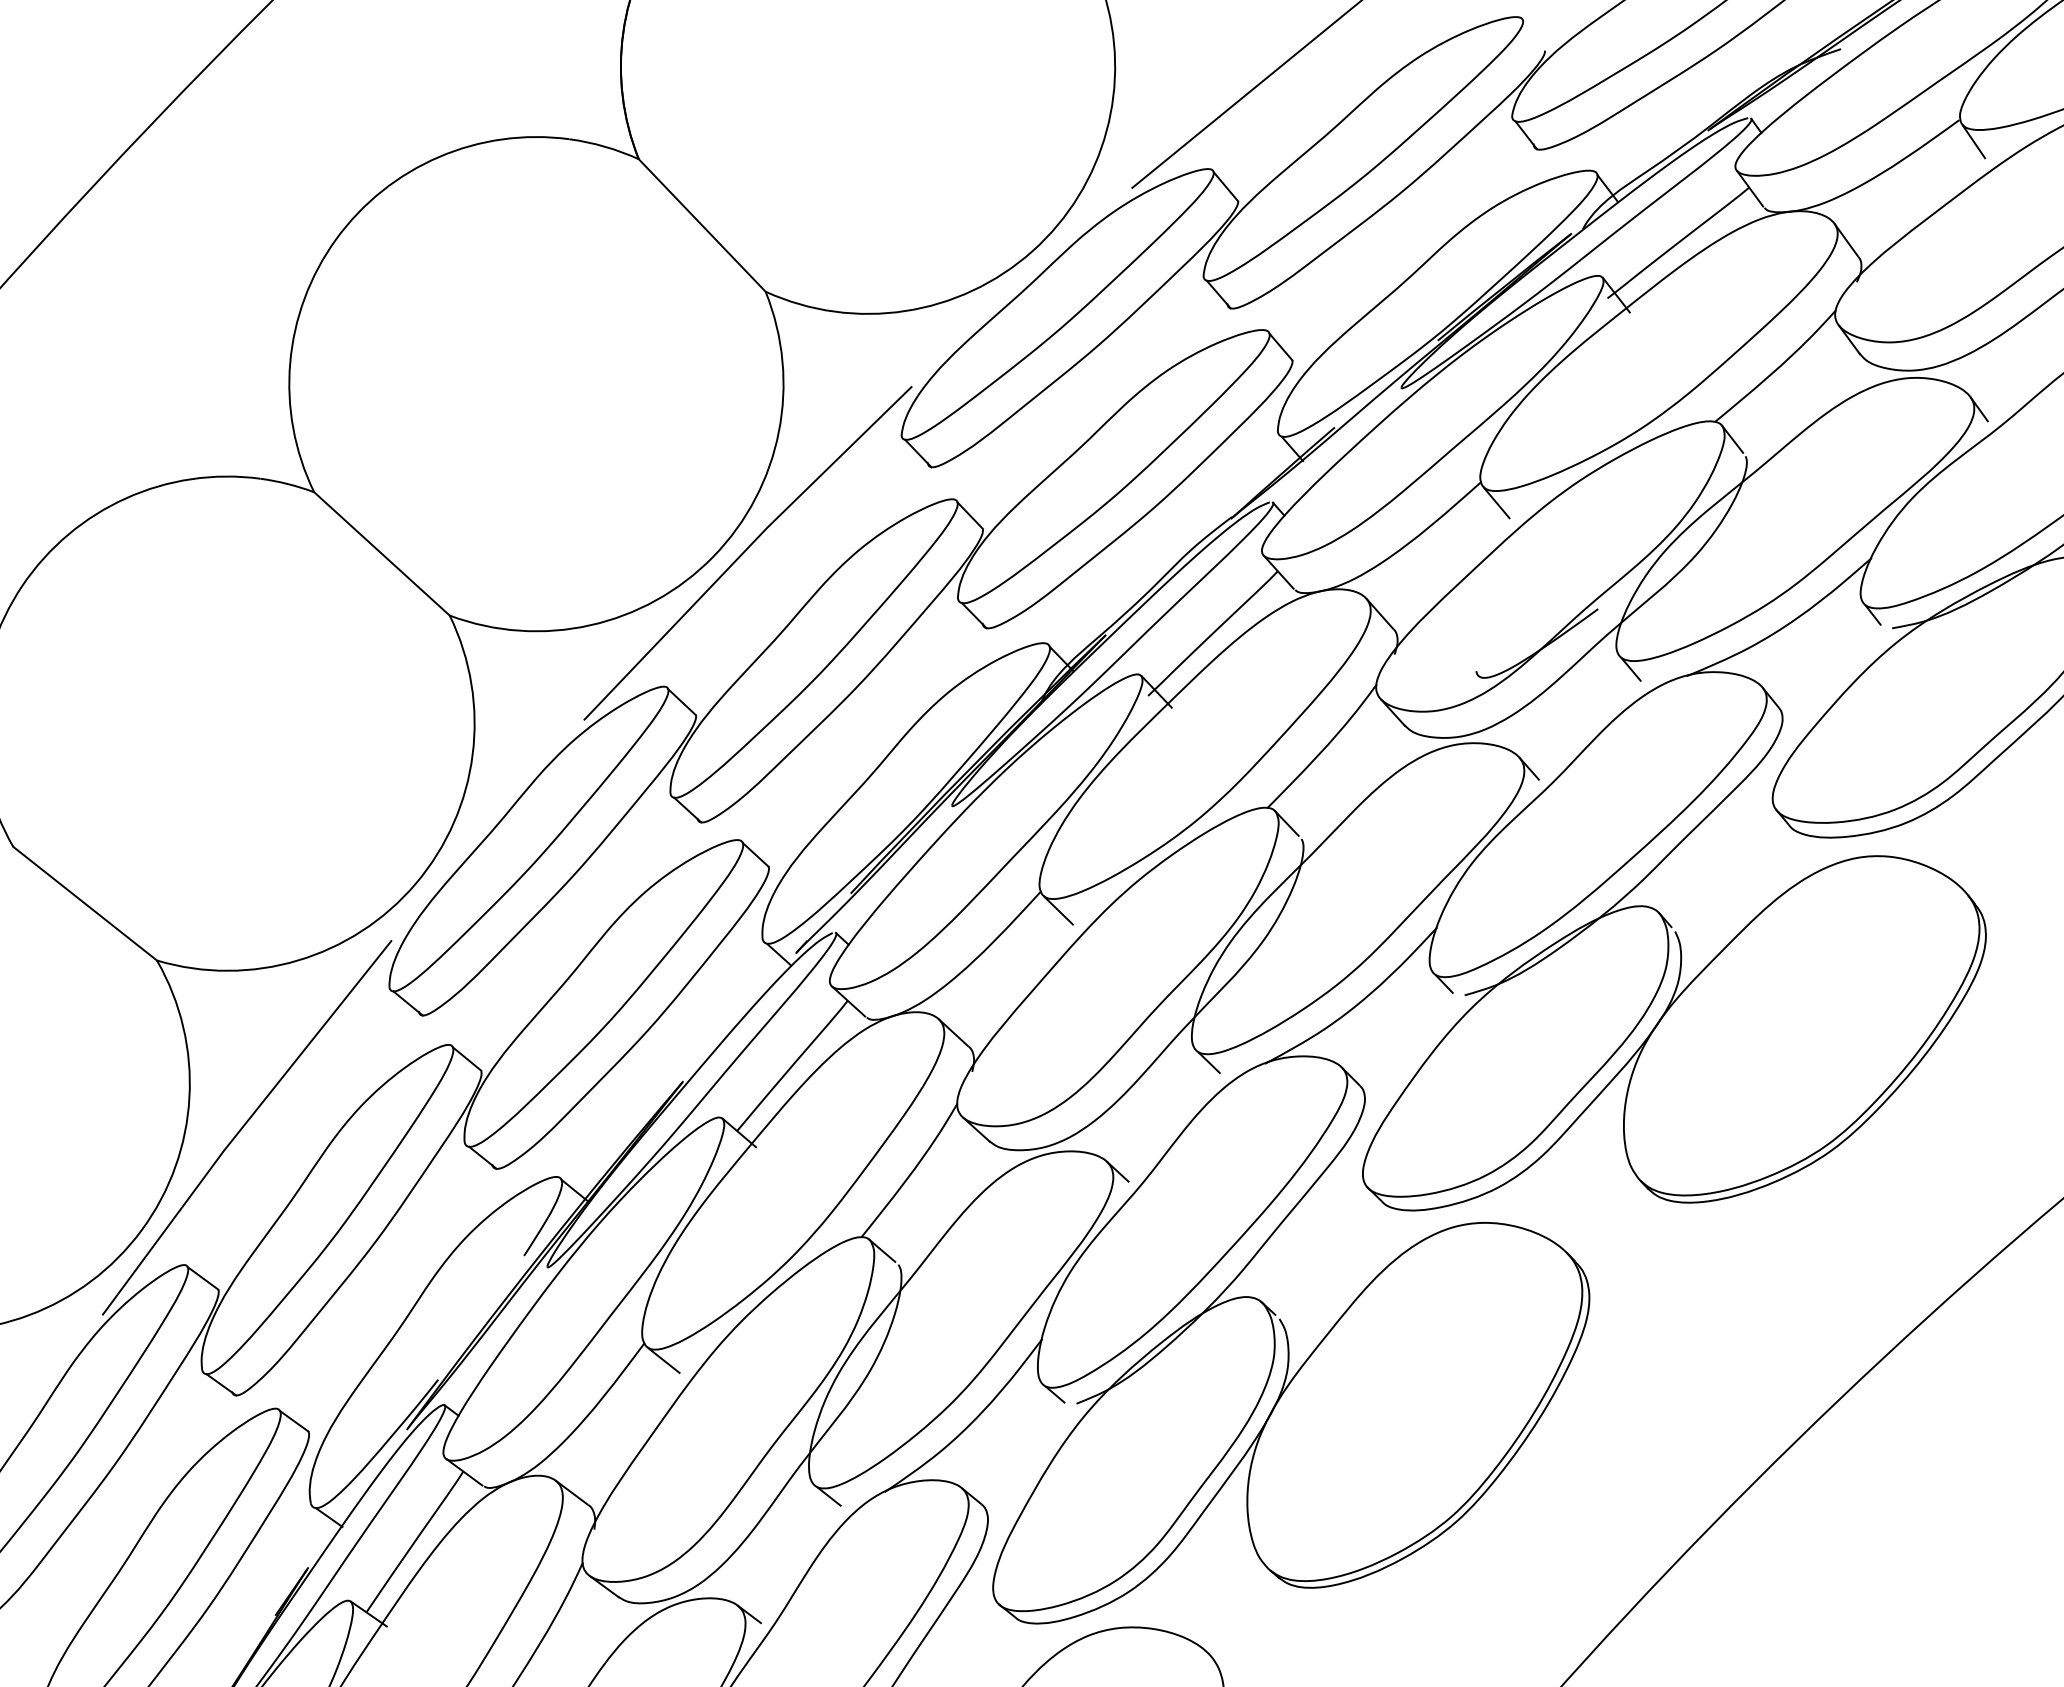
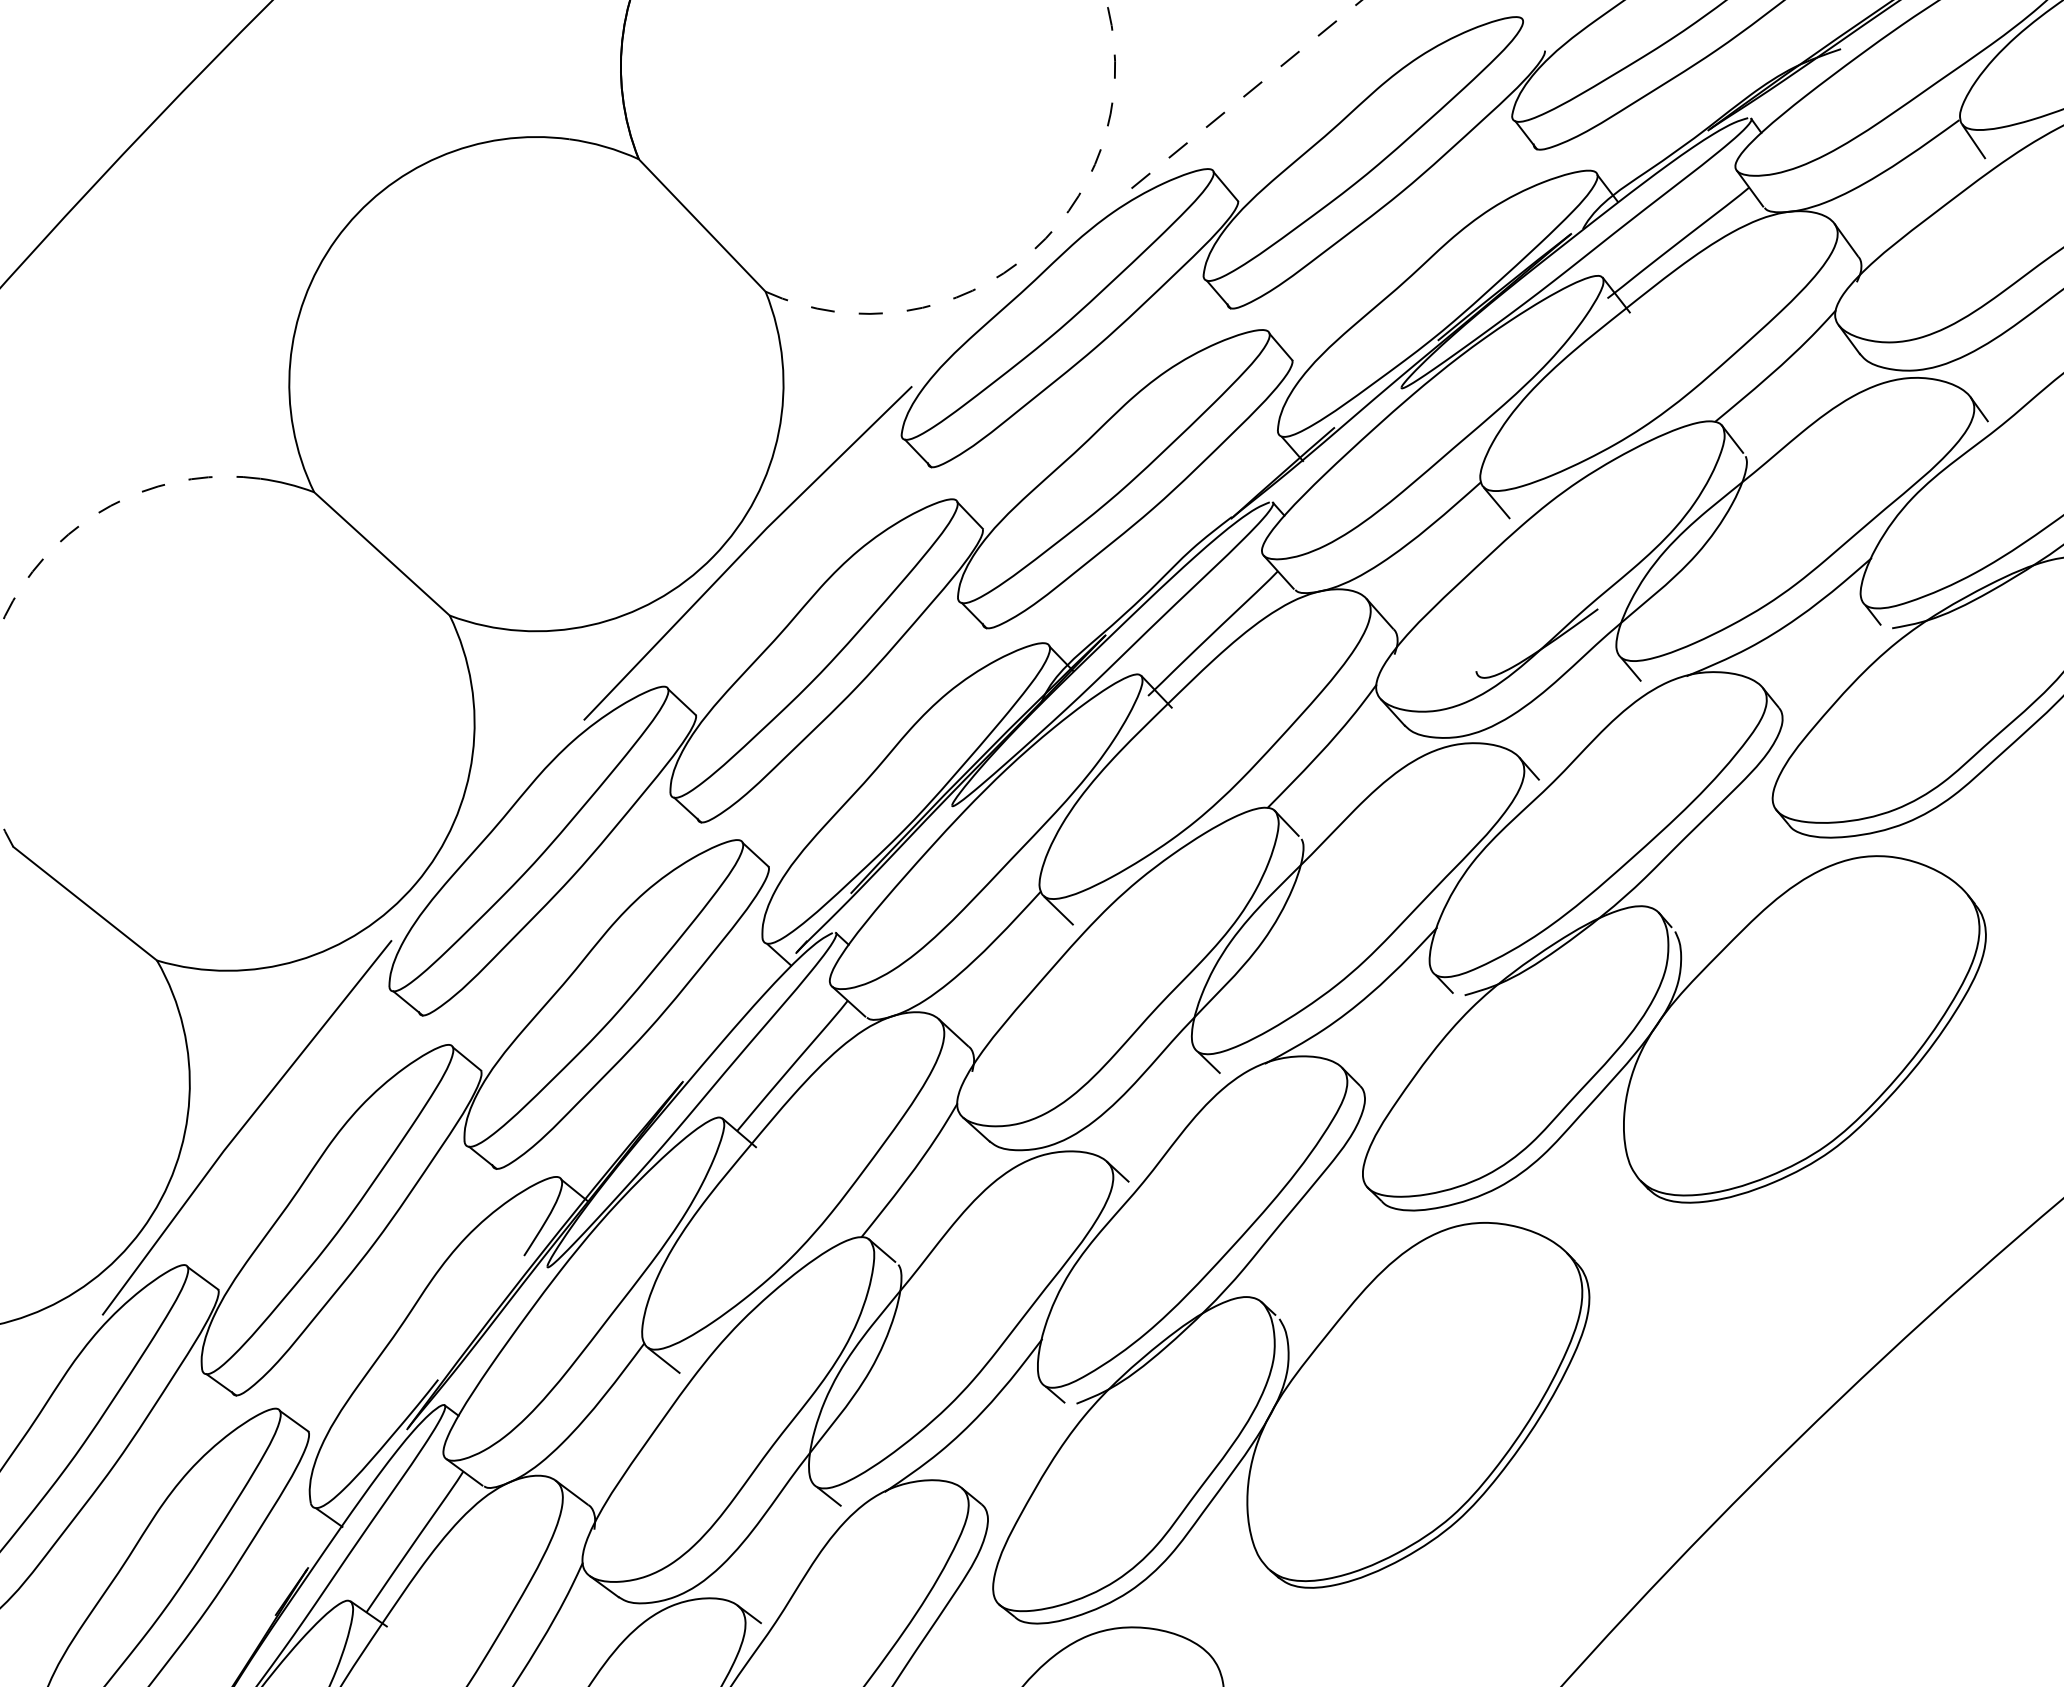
line at (1246, 94): solid -> dashed
arc at (1028, 254): solid -> dashed
arc at (93, 516): solid -> dashed
